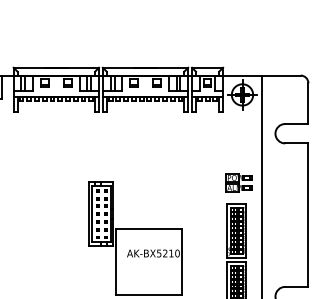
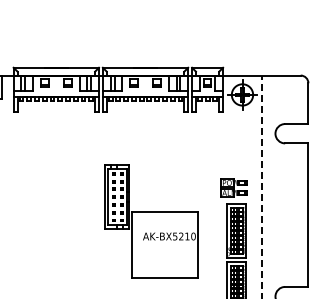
part at (238, 182) position: (238, 182) -> (233, 187)
line at (261, 187): solid -> dashed
part at (135, 238) position: (135, 238) -> (151, 221)
